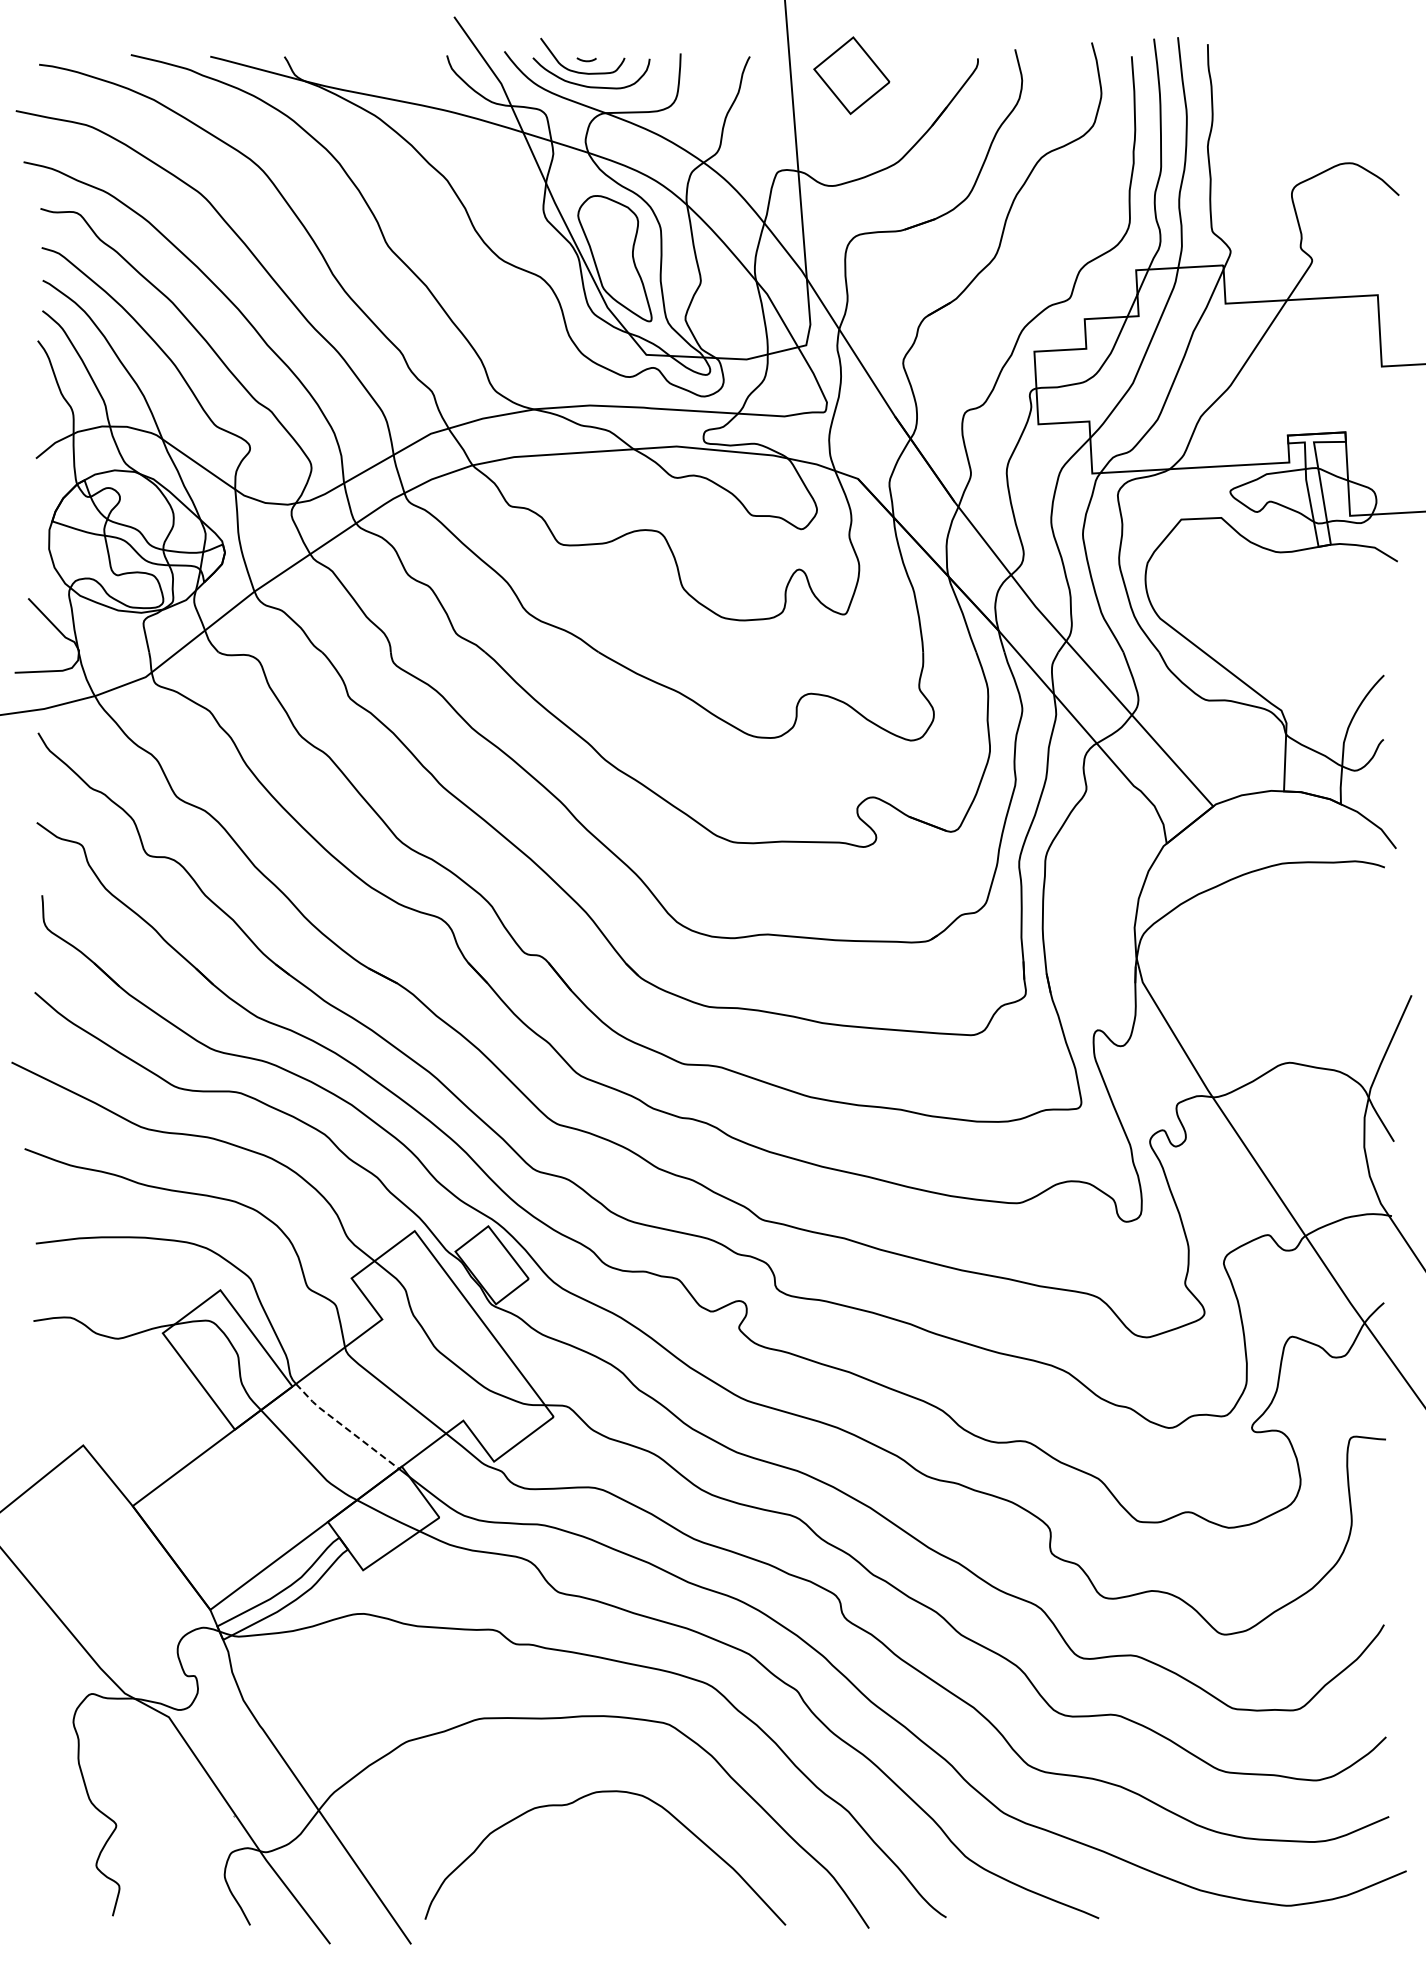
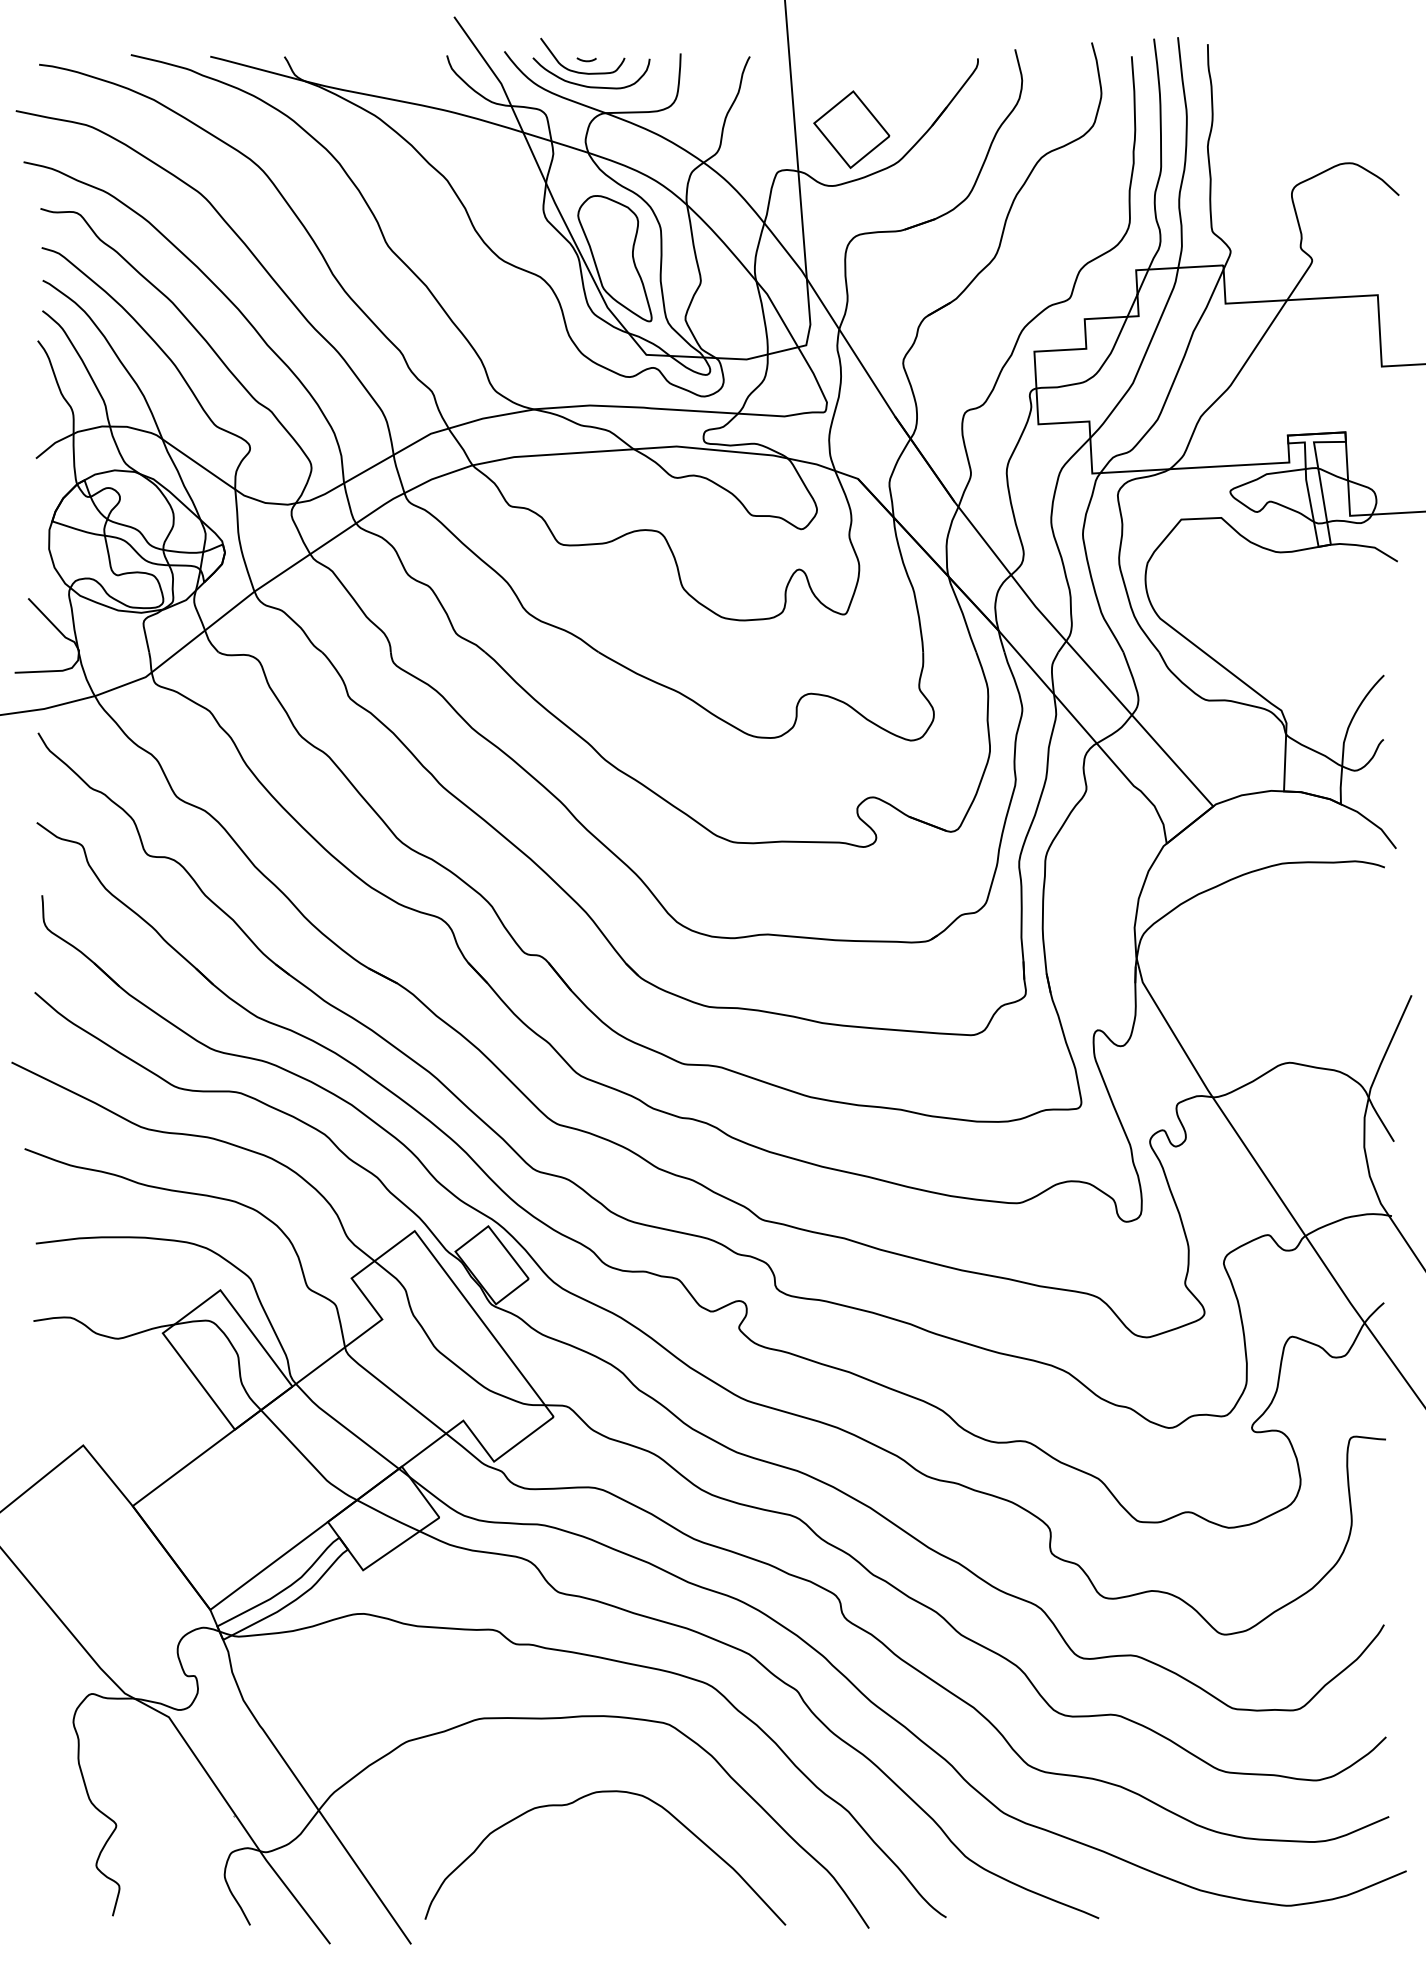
part at (851, 75) position: (851, 75) -> (851, 129)
line at (344, 1427): dashed -> solid
